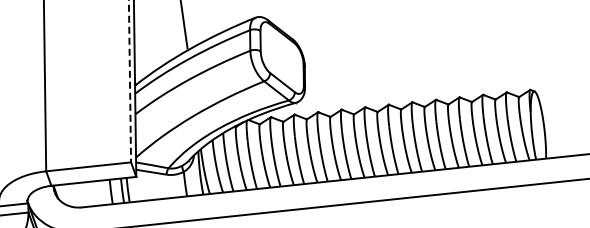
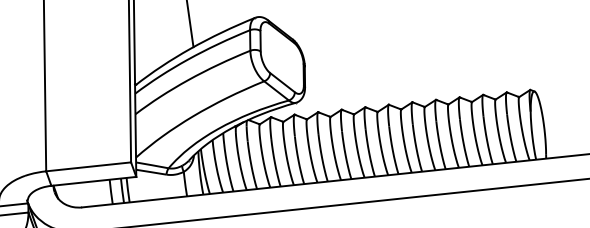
line at (184, 25) position: (184, 25) -> (190, 24)
line at (130, 81): dashed -> solid
